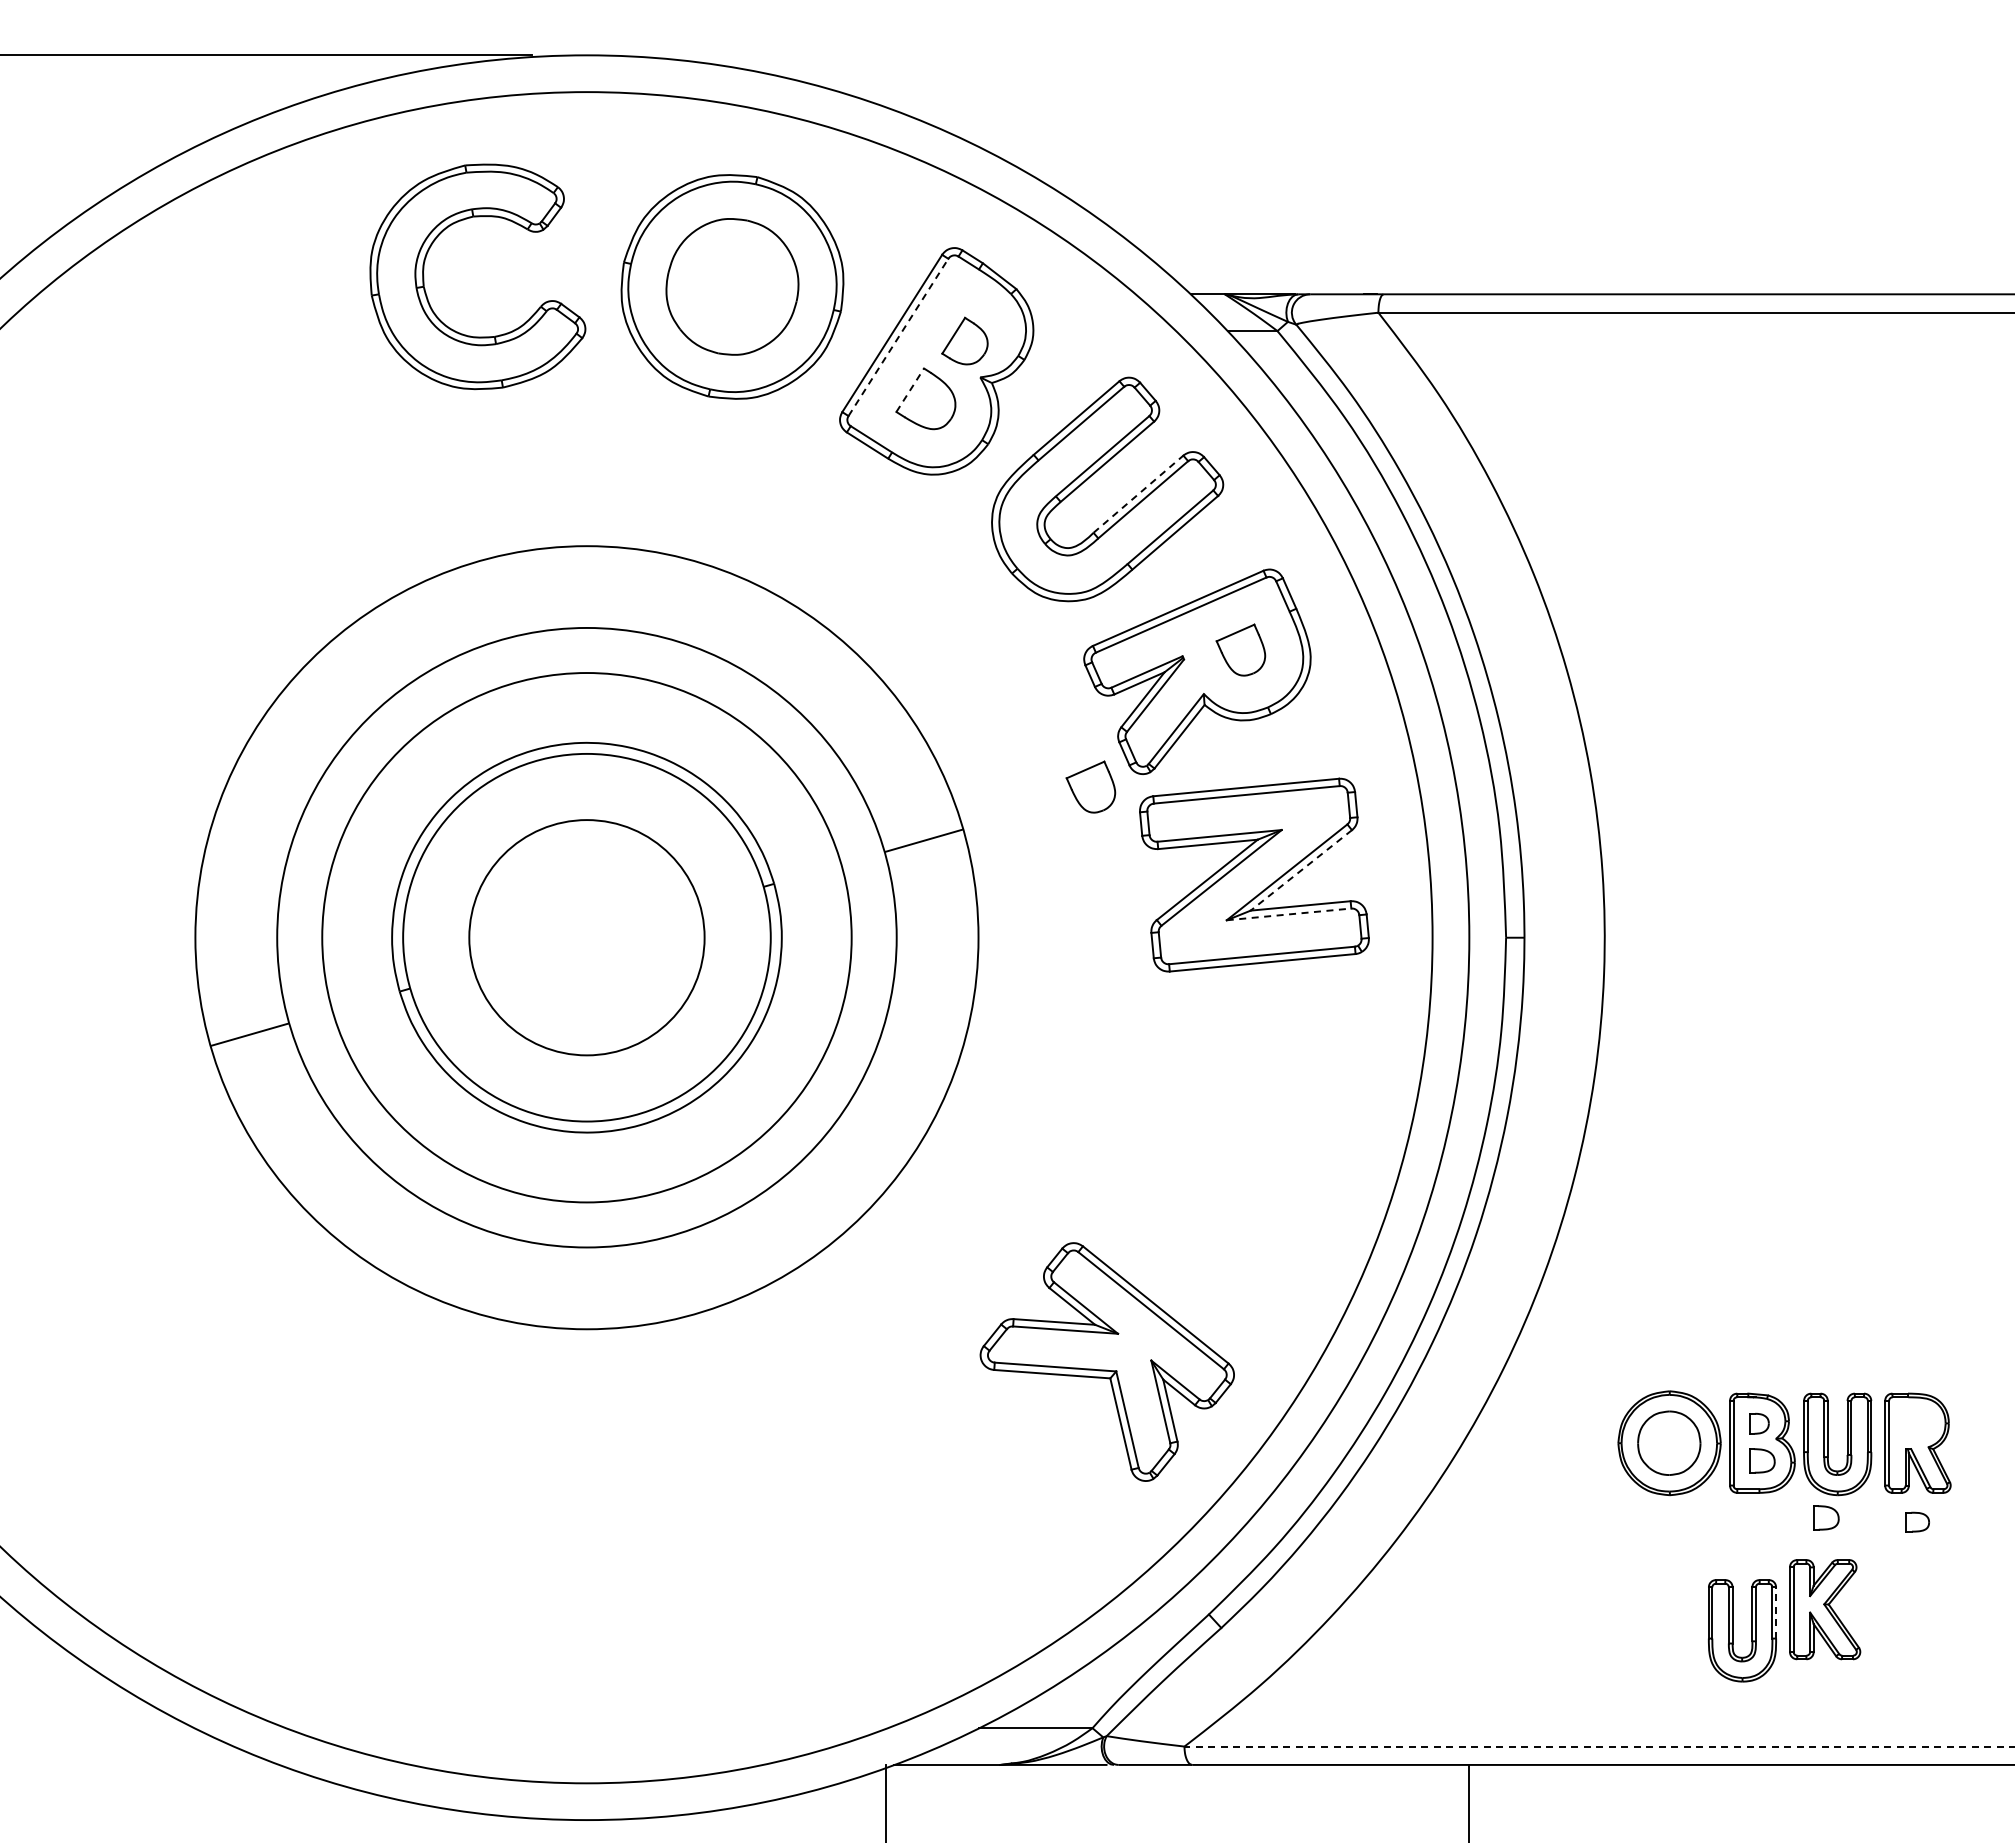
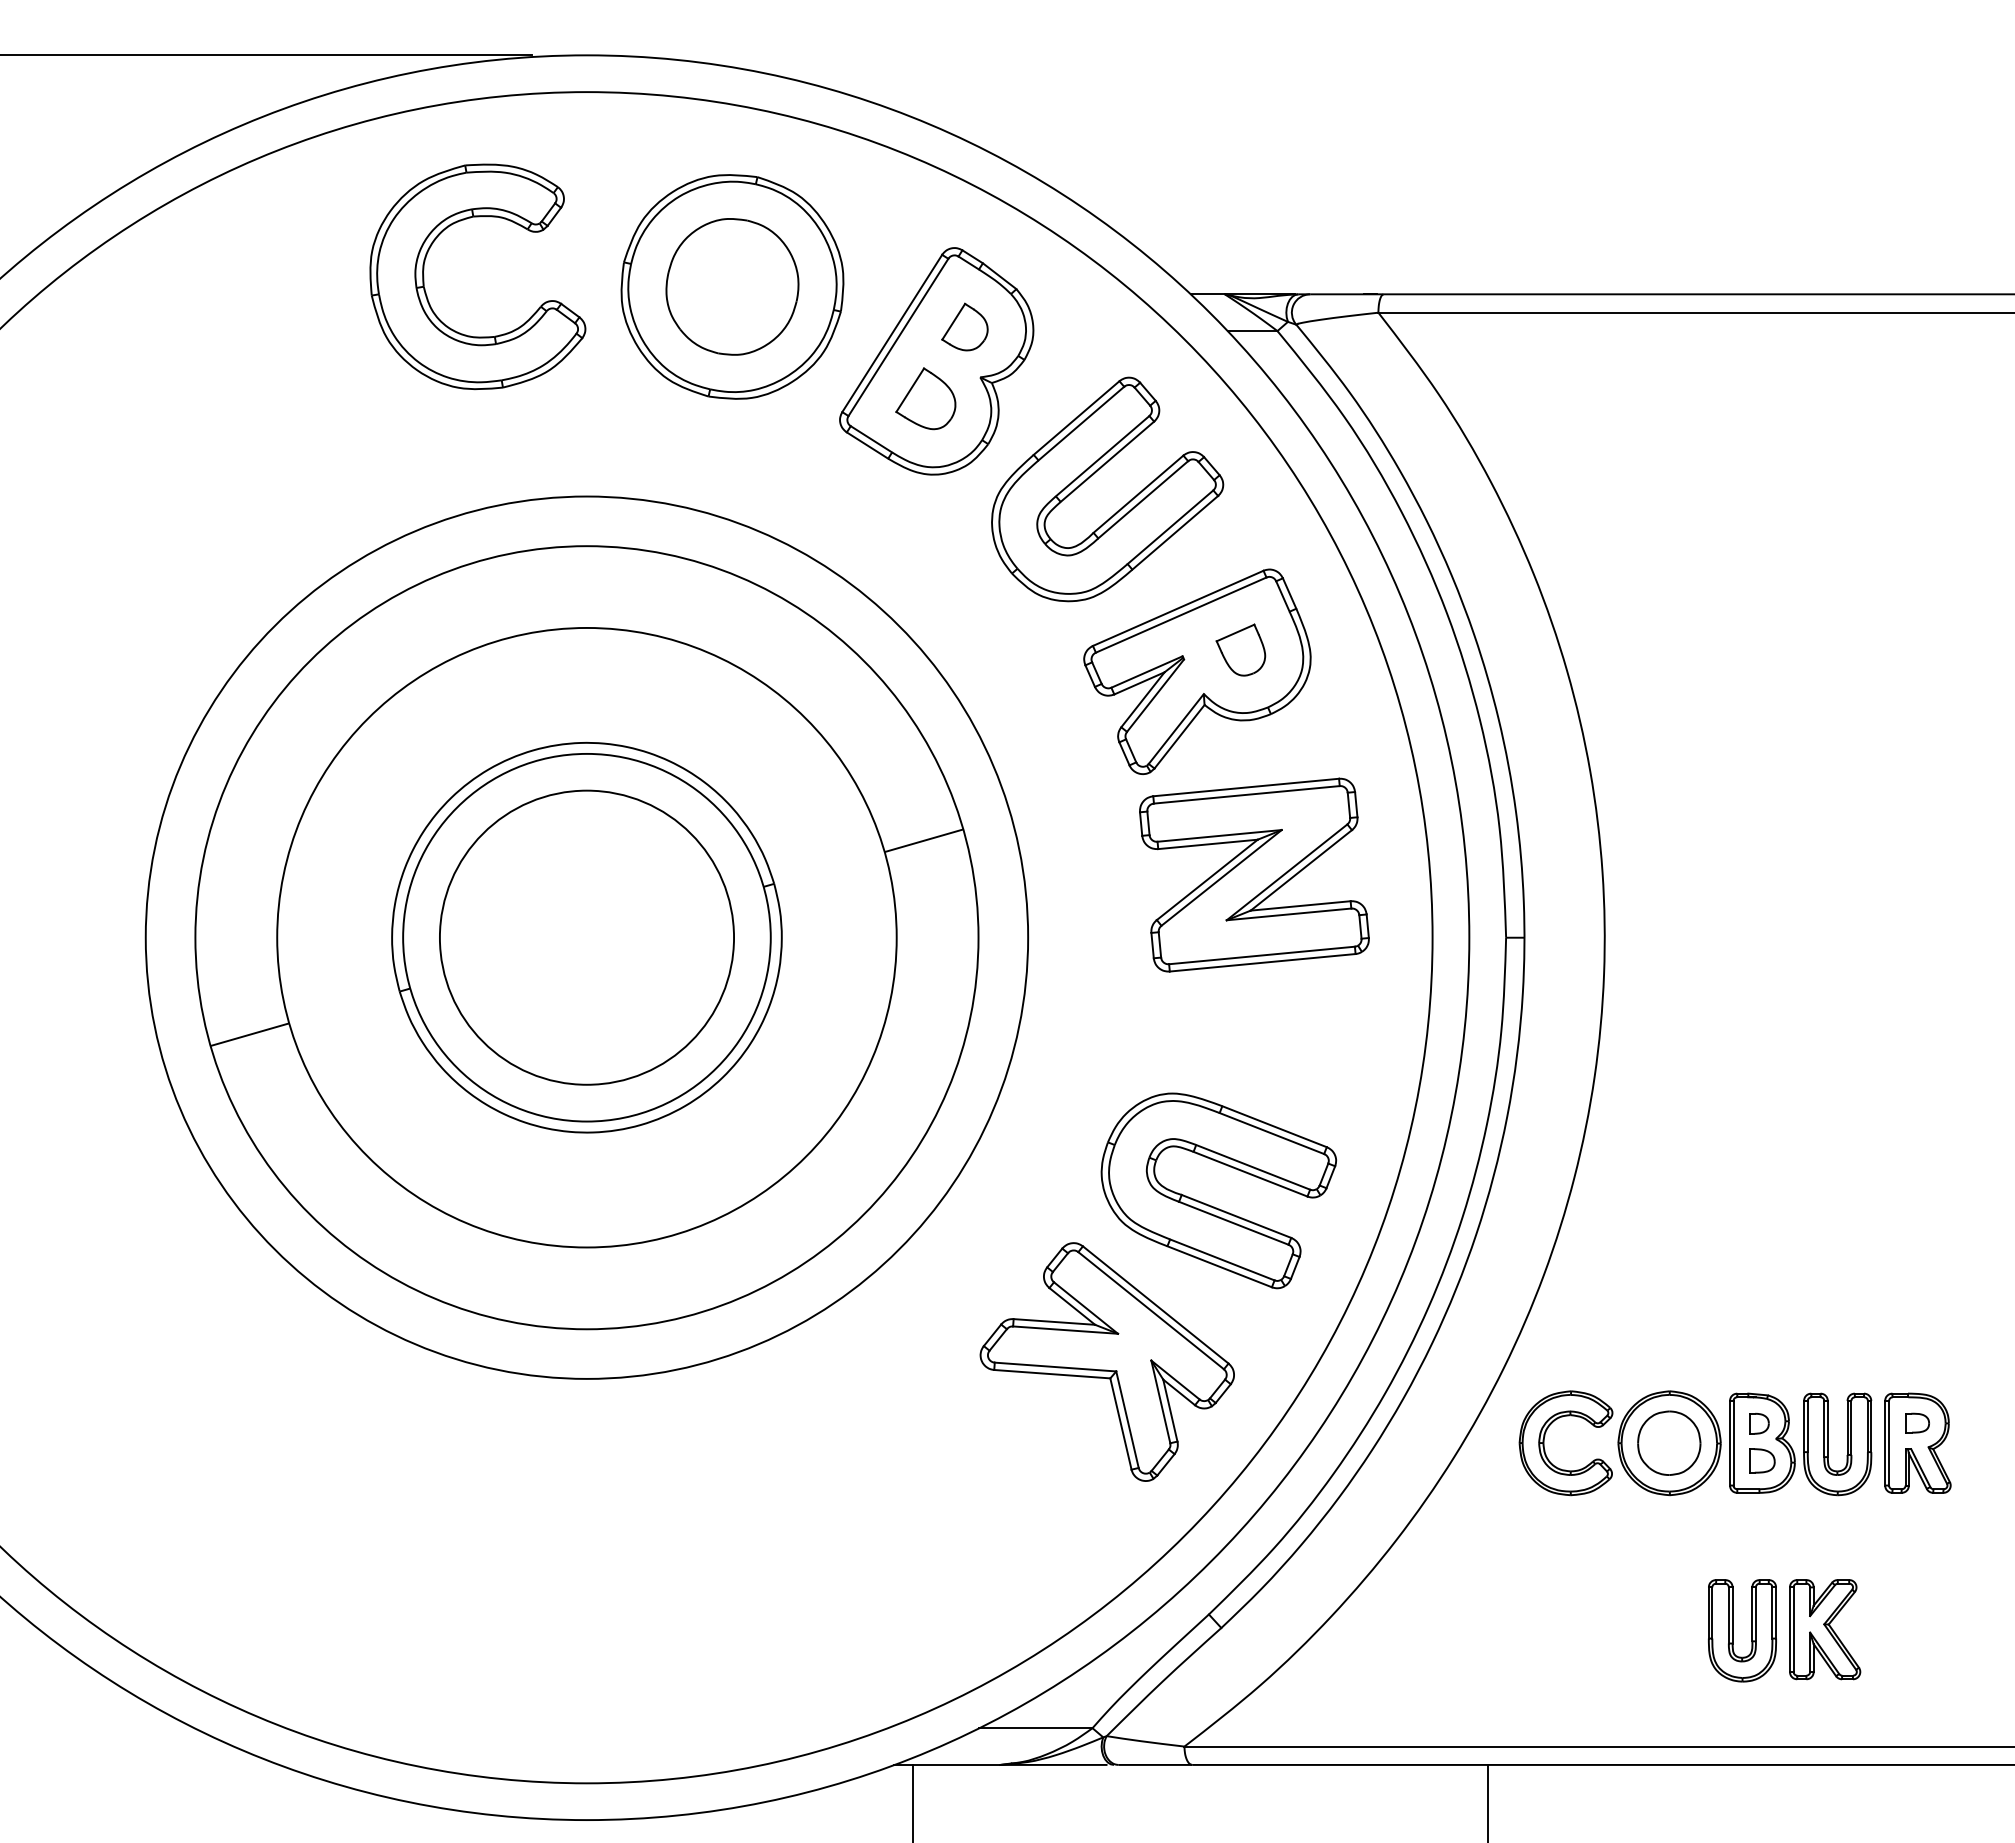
line at (898, 337): dashed -> solid
part at (964, 340) position: (964, 340) -> (964, 326)
line at (910, 390): dashed -> solid
line at (1138, 493): dashed -> solid
part at (1090, 786): present -> none
line at (1301, 870): dashed -> solid
line at (1289, 914): dashed -> solid
circle at (586, 937) diameter: 235 px -> 294 px
circle at (586, 937) diameter: 529 px -> 882 px
part at (1214, 1206): none -> present
part at (1545, 1449): none -> present
part at (1826, 1517): present -> none
part at (1917, 1521) position: (1917, 1521) -> (1917, 1422)
part at (1825, 1609) position: (1825, 1609) -> (1825, 1629)
line at (1776, 1612): dashed -> solid
line at (1599, 1746): dashed -> solid
line at (885, 1801) position: (885, 1801) -> (912, 1801)
line at (1468, 1801) position: (1468, 1801) -> (1487, 1801)
